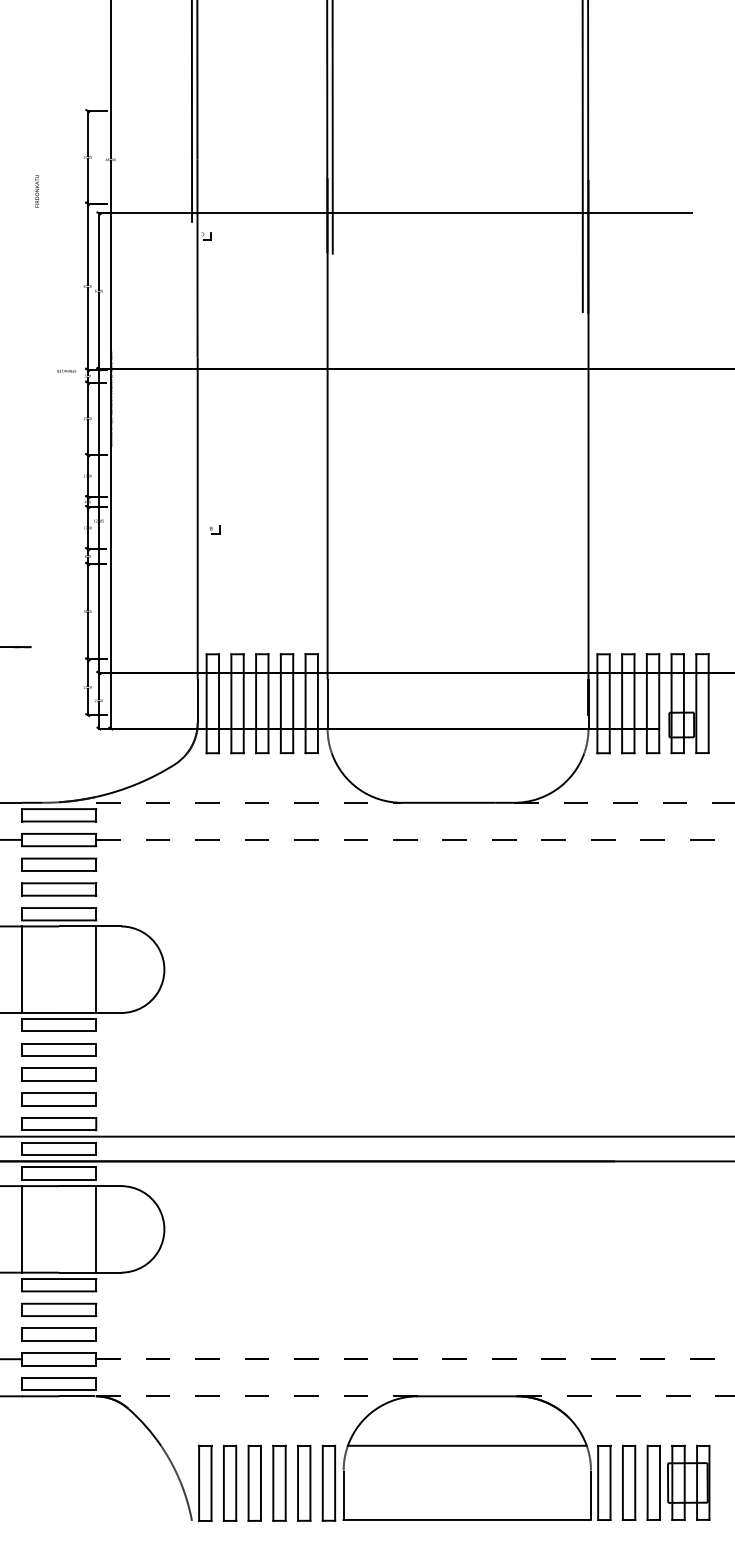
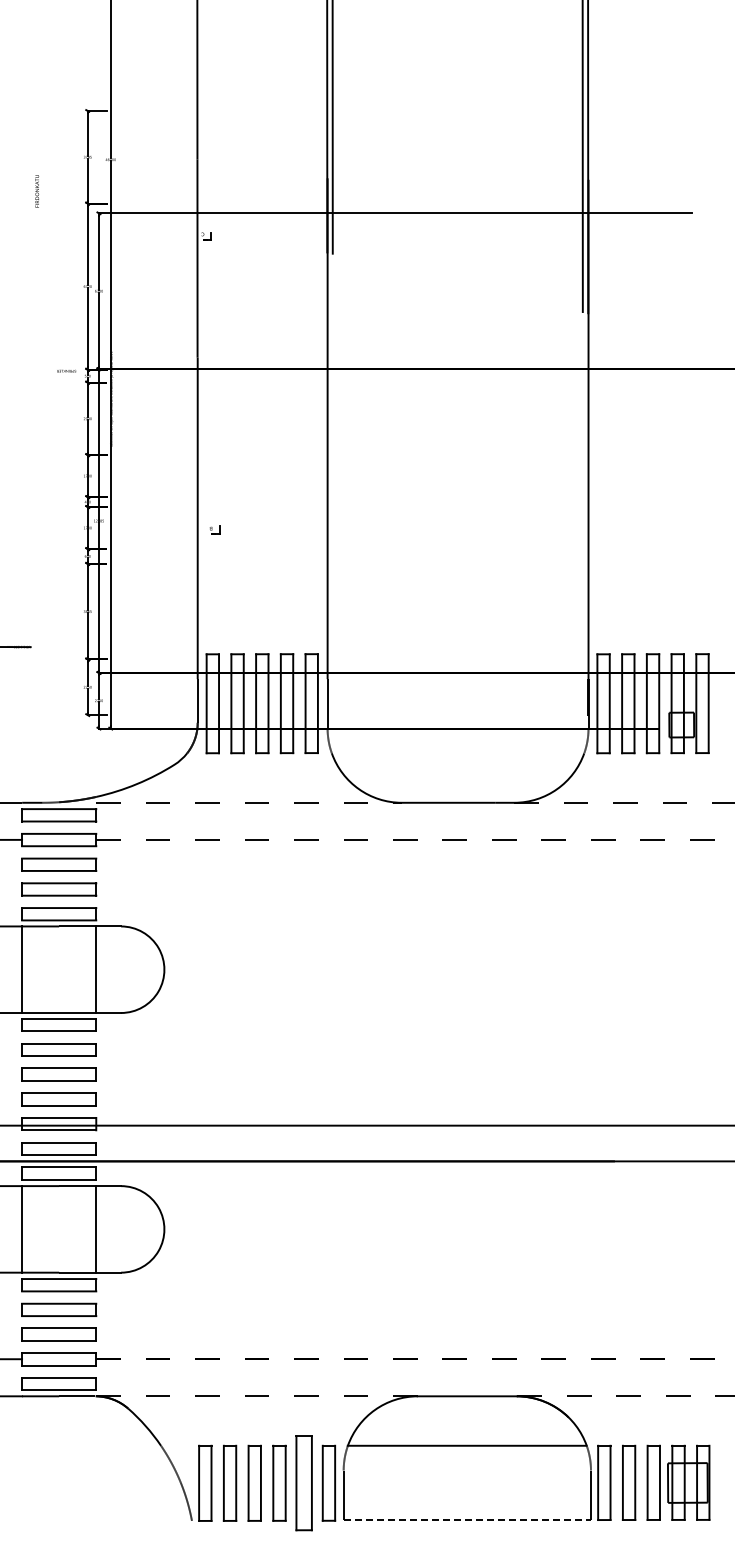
line at (191, 111): present -> none
line at (366, 1136) position: (366, 1136) -> (366, 1125)
part at (304, 1482) size: 15x78 px -> 18x97 px
line at (467, 1519): solid -> dashed
